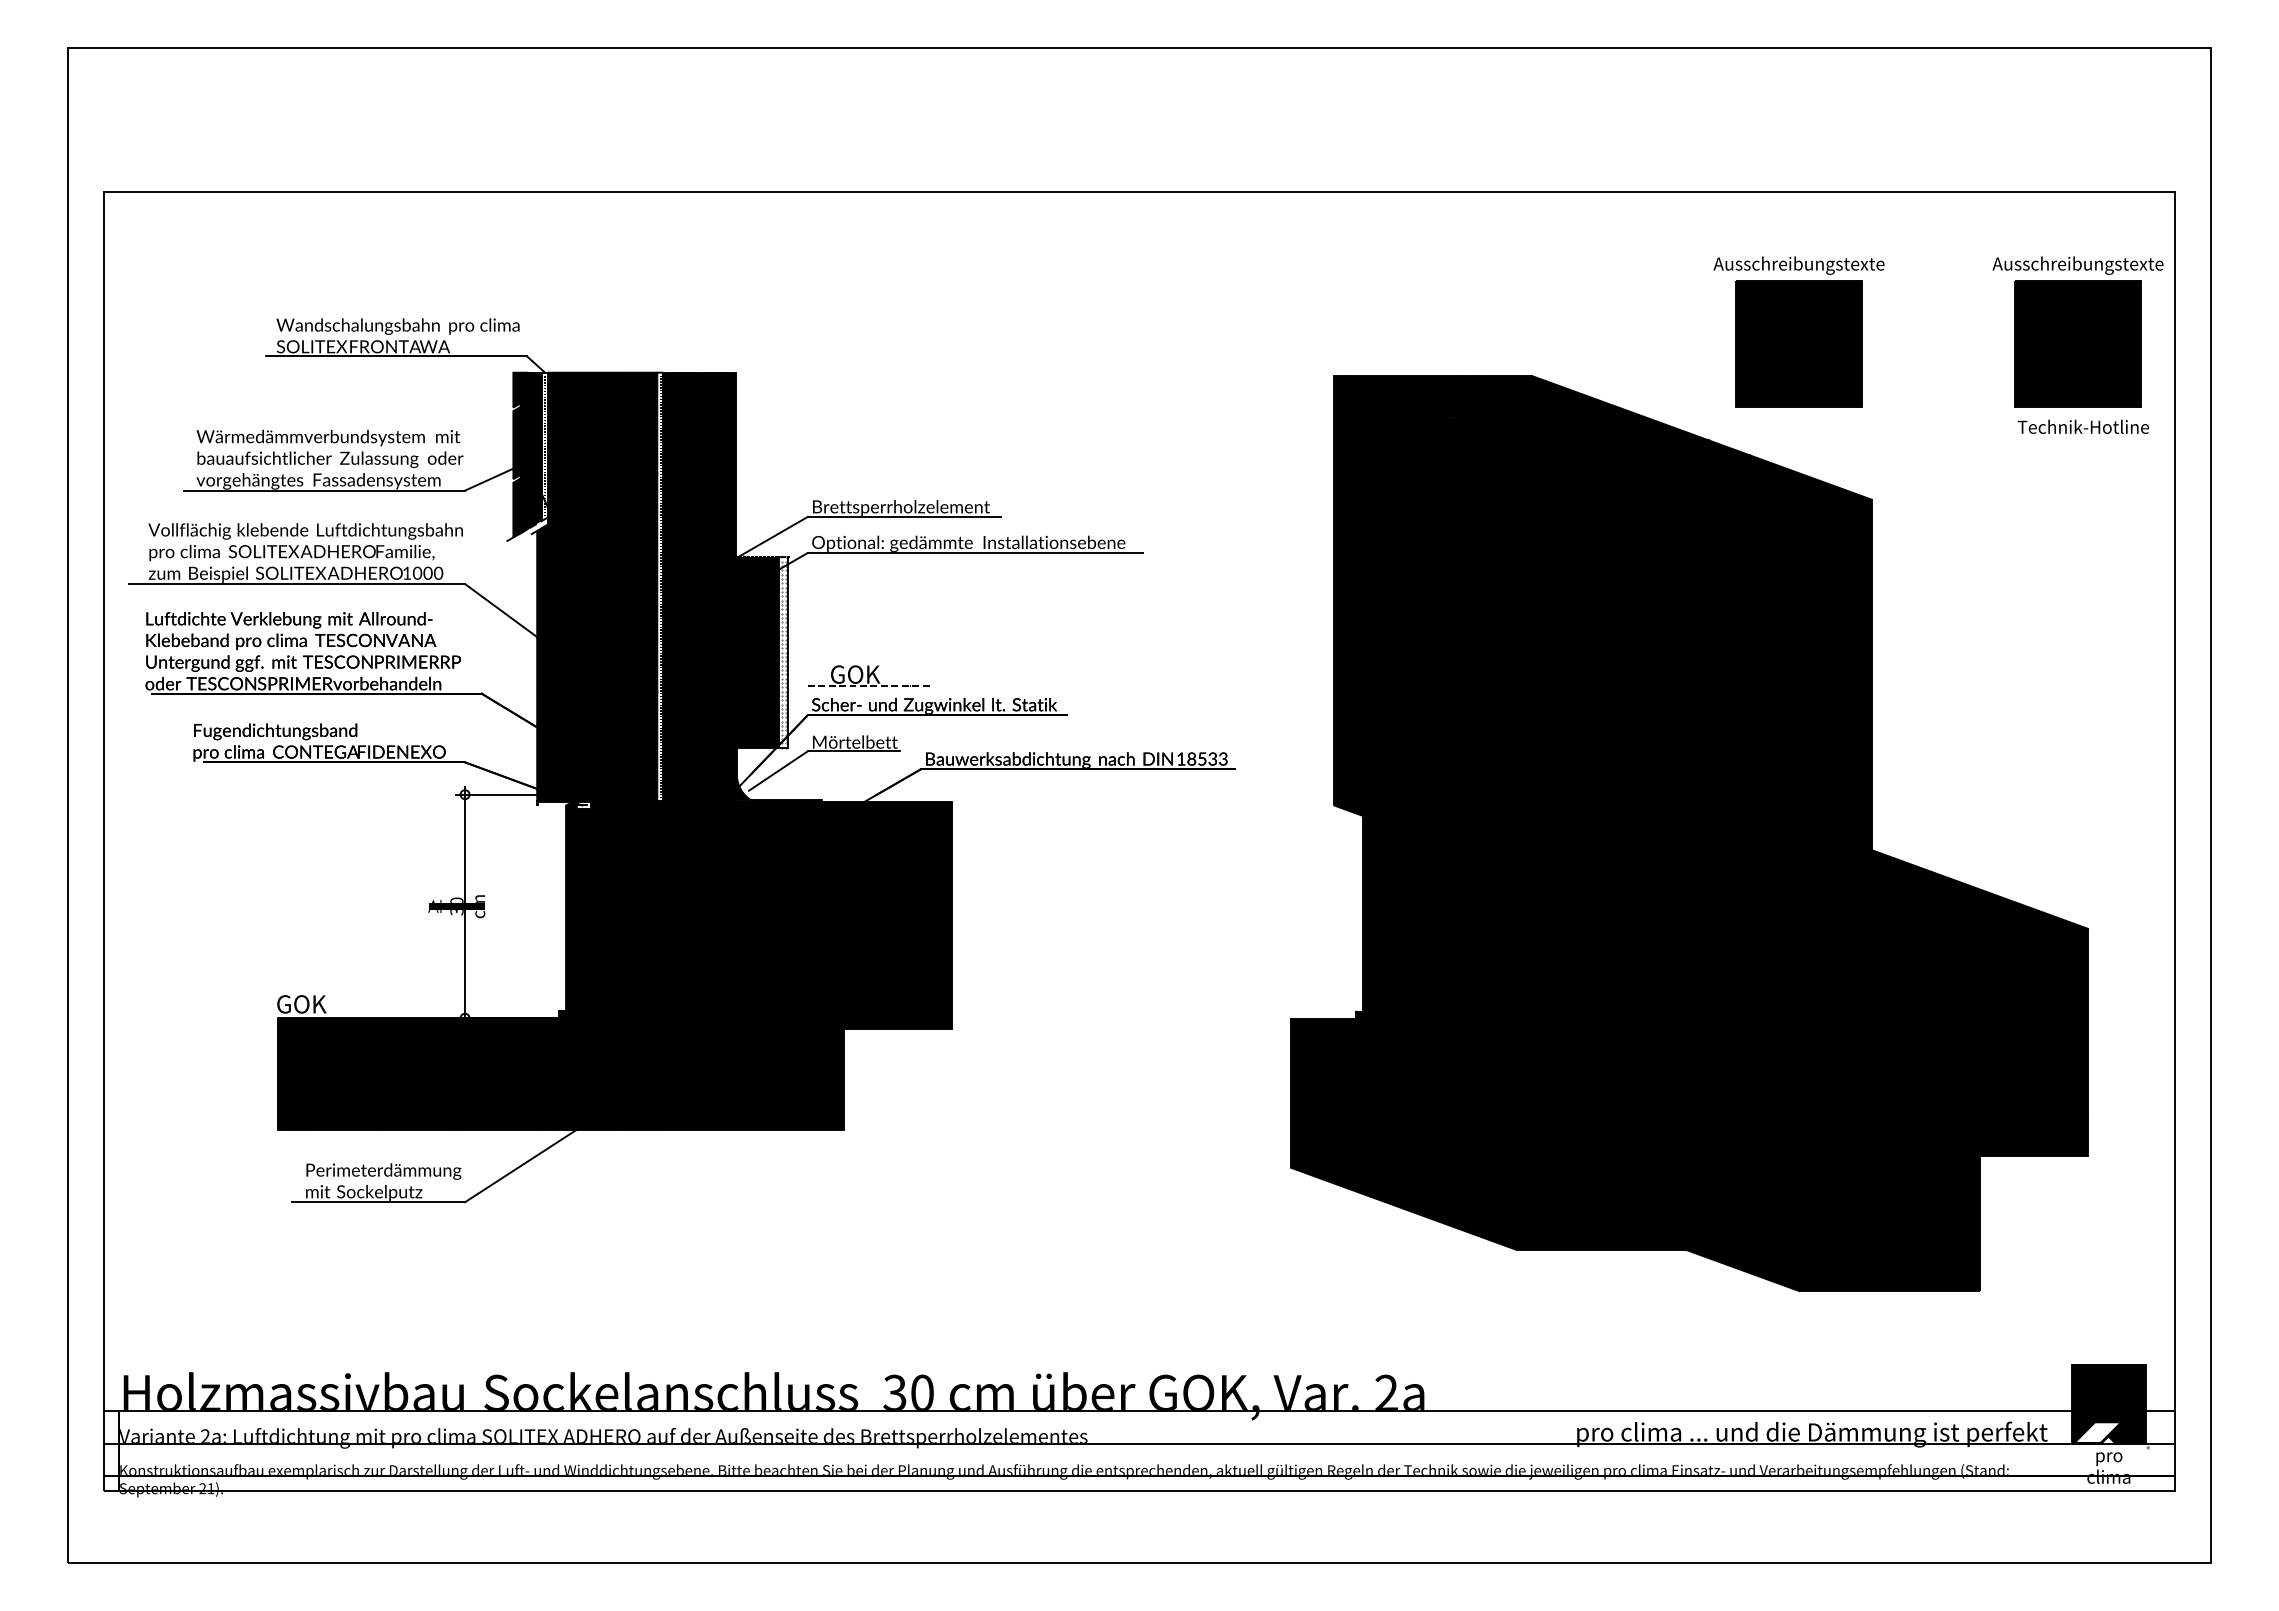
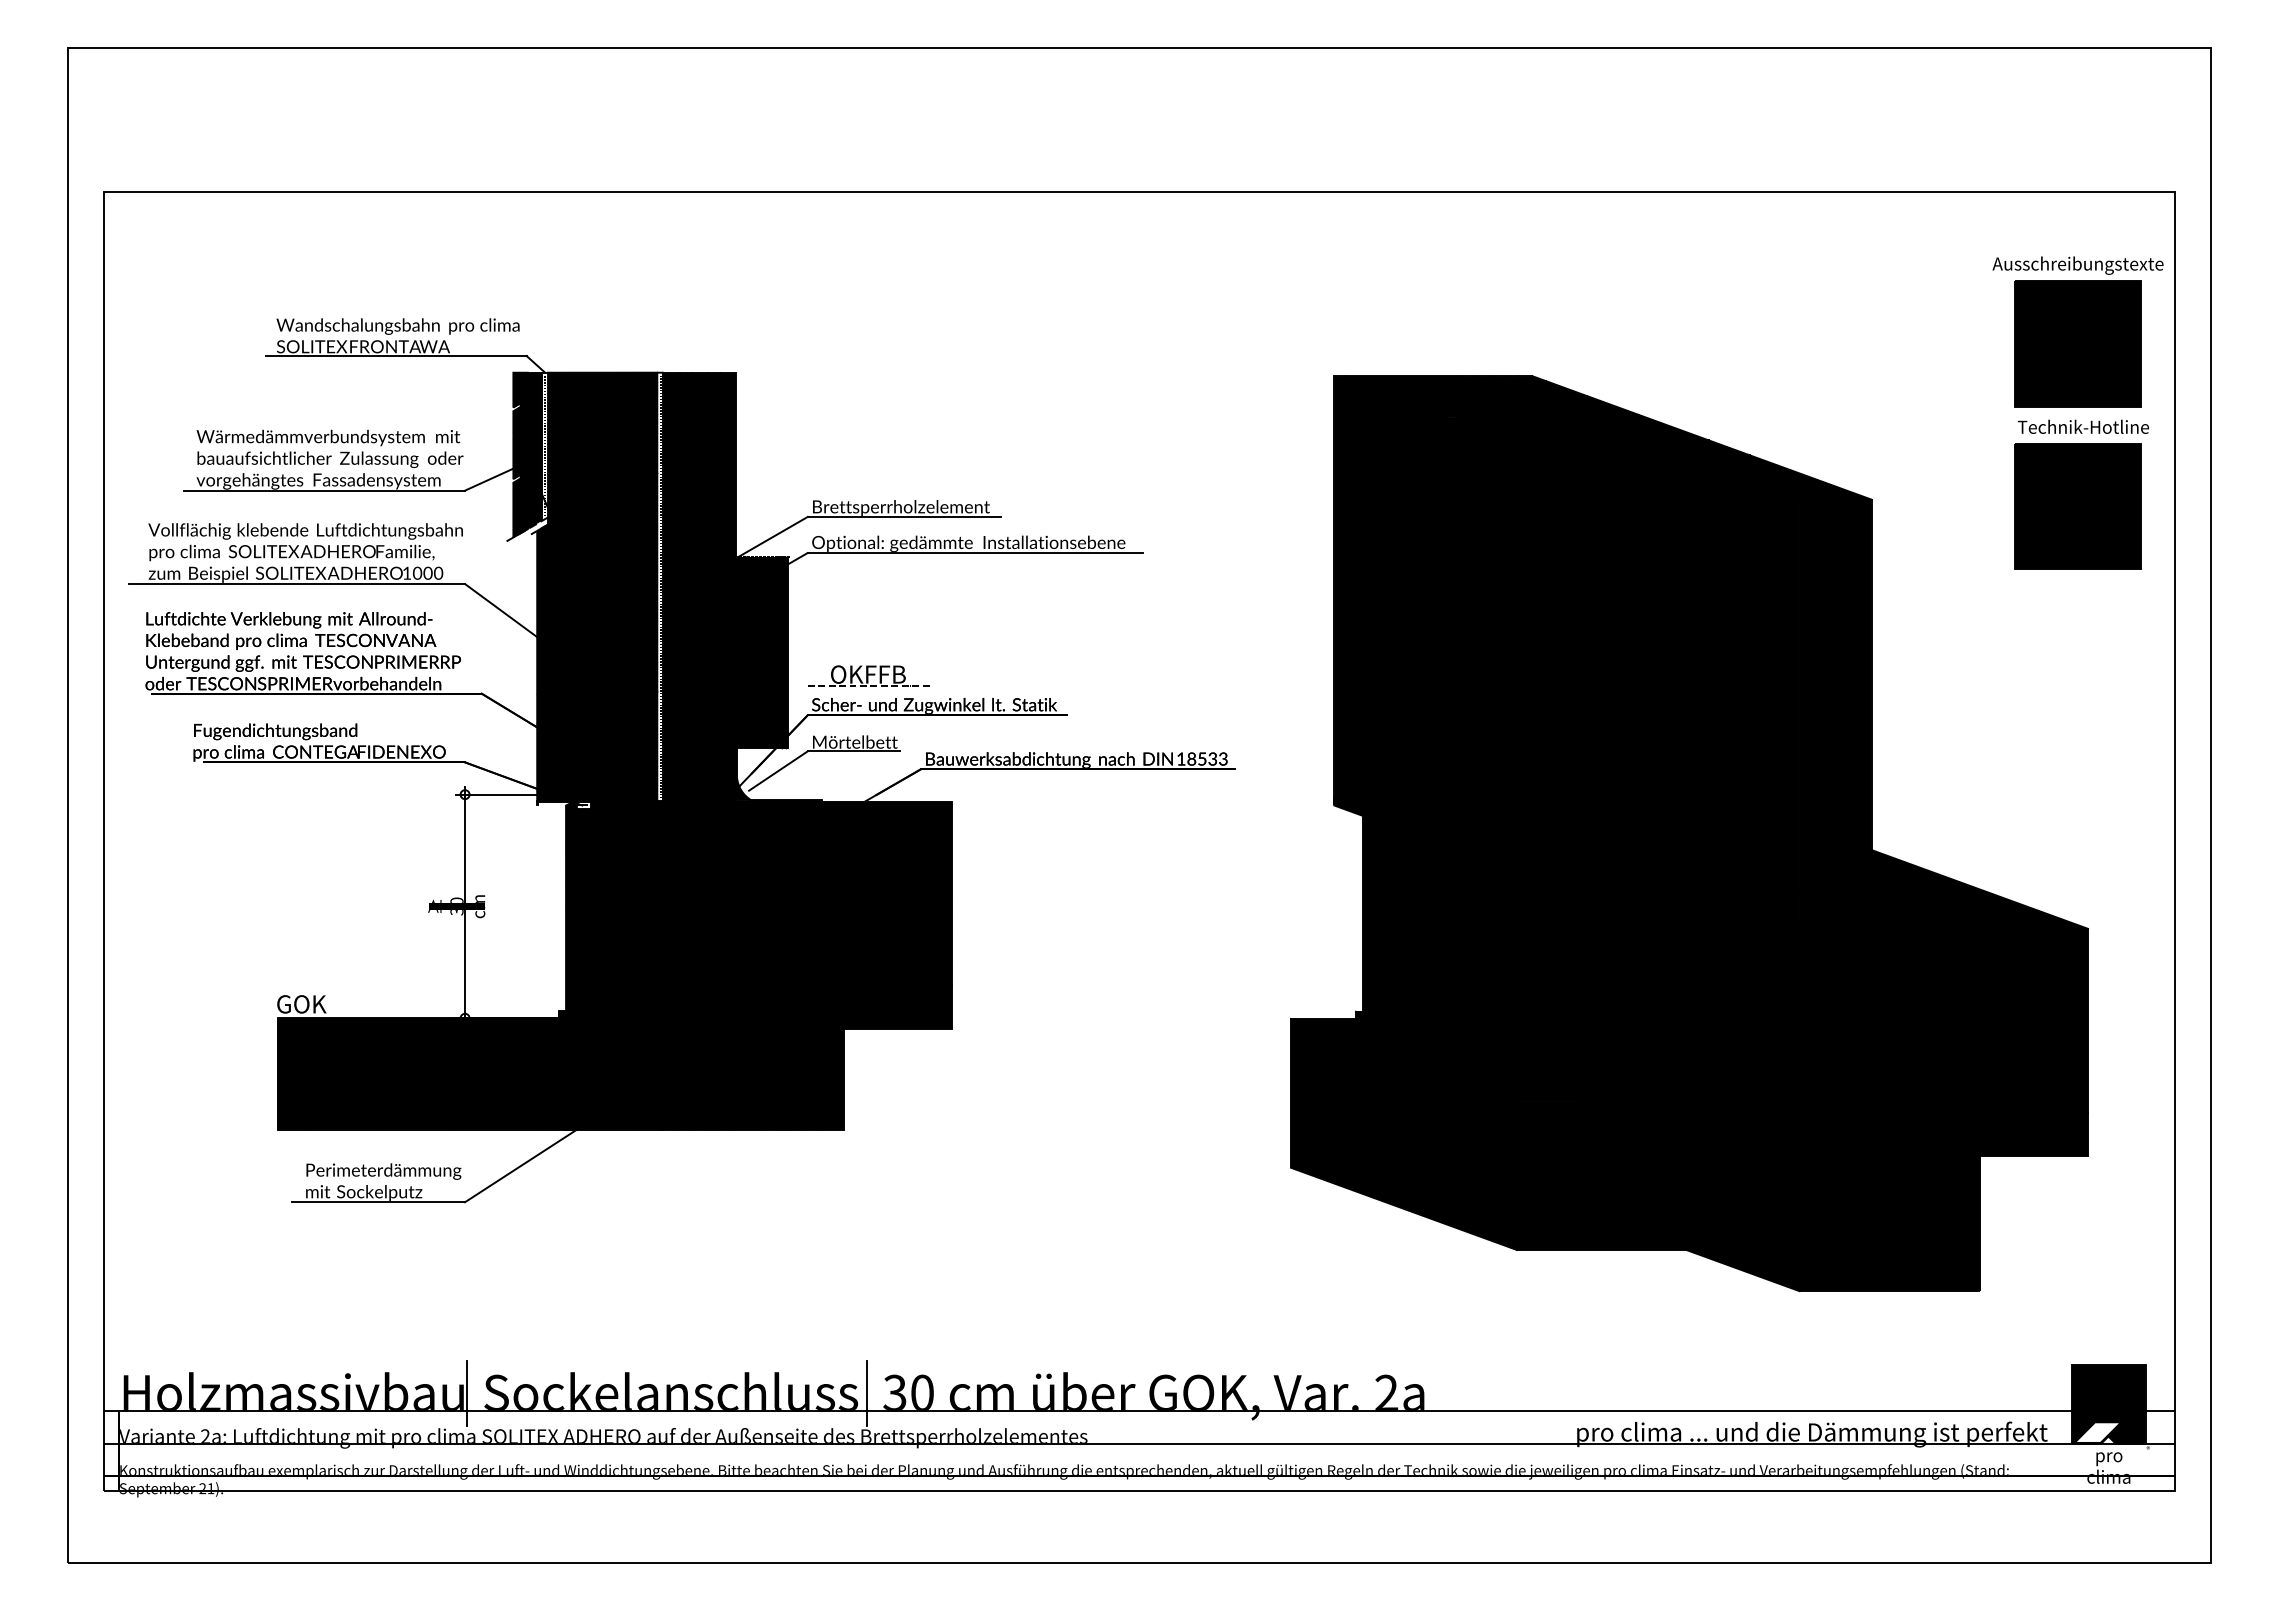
part at (1798, 331): present -> none
part at (2077, 506): none -> present
fill at (782, 651): none -> present
text at (868, 674): GOK -> OKFFB
line at (467, 1392): none -> present
line at (867, 1392): none -> present
